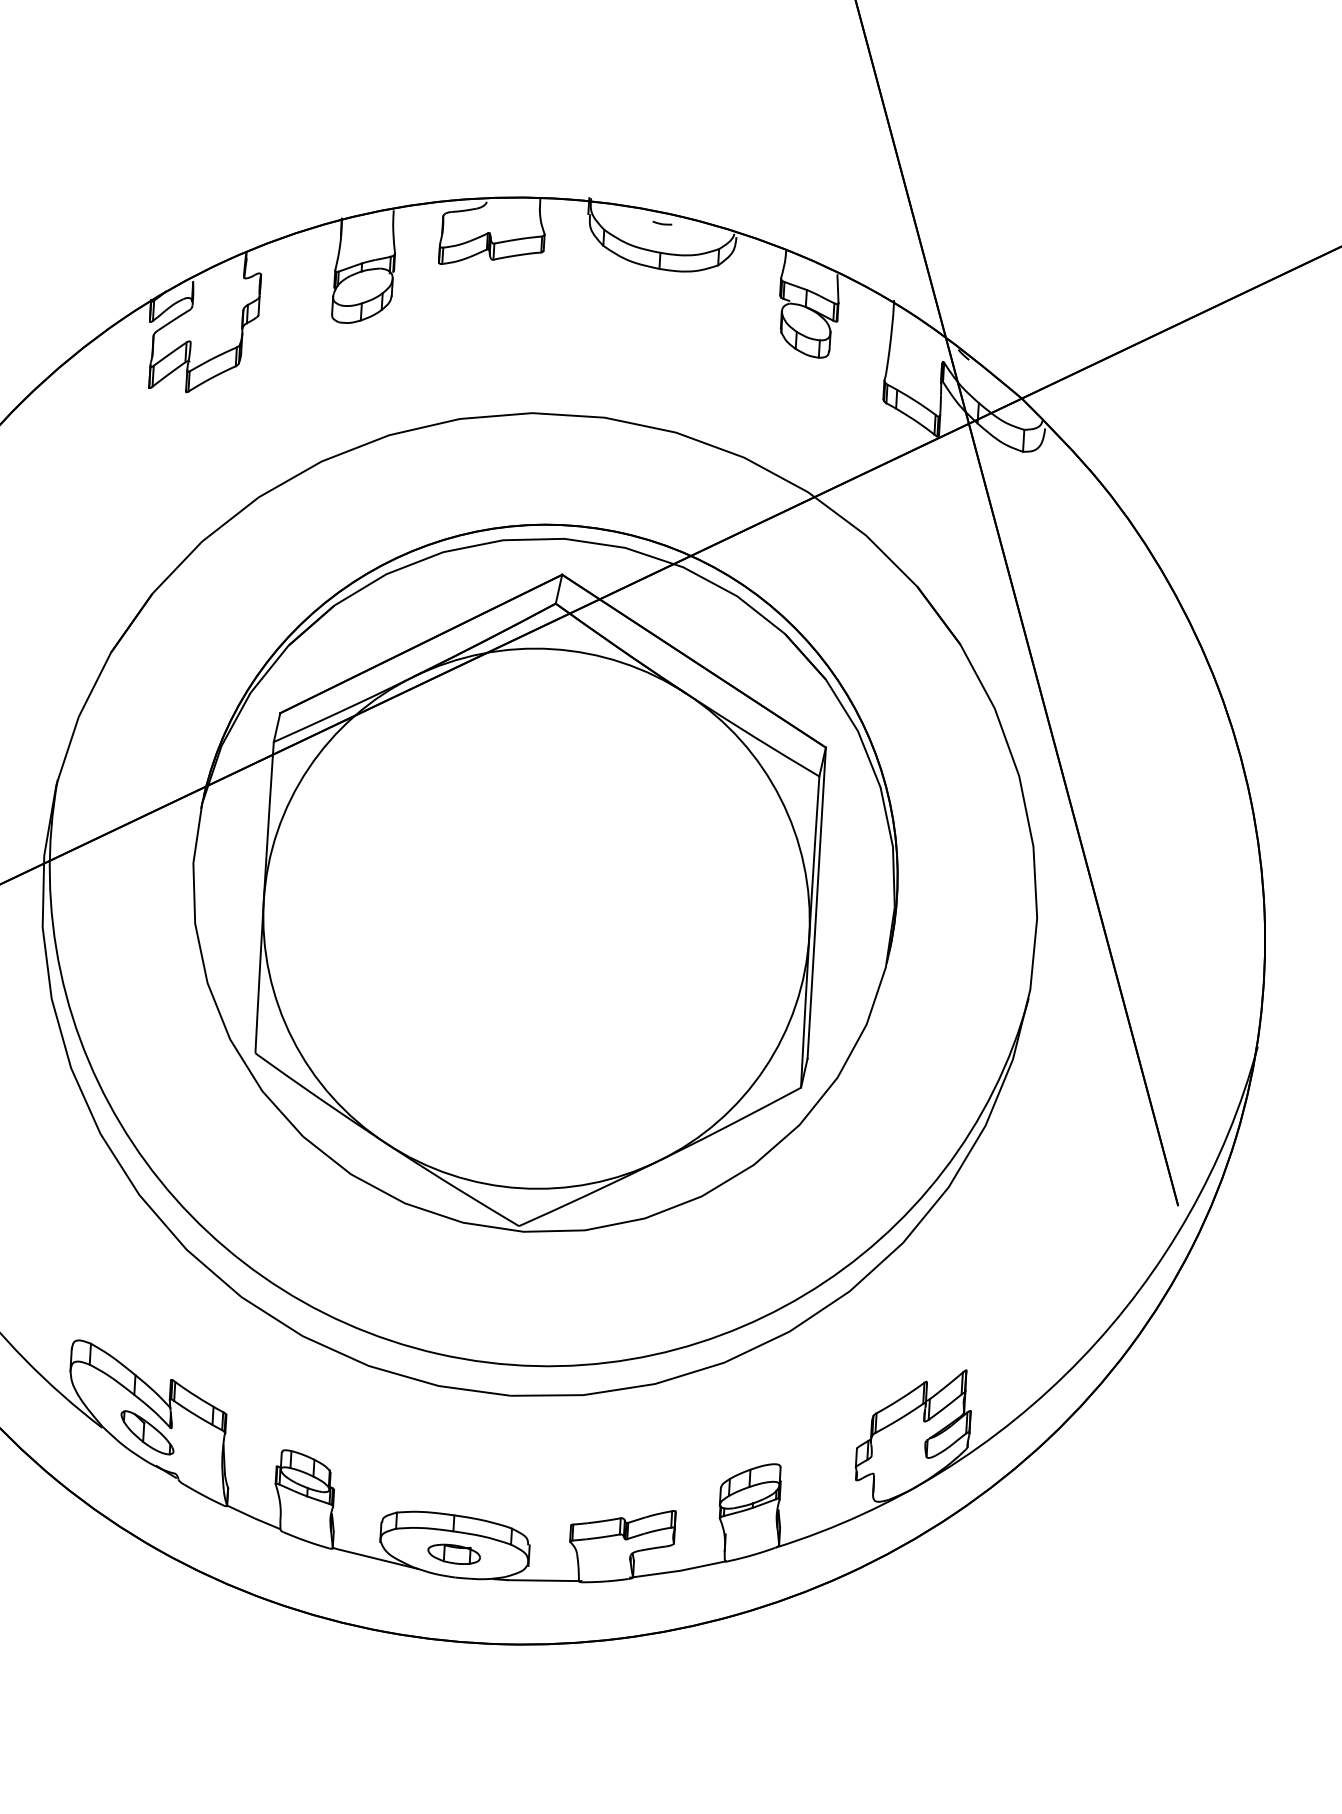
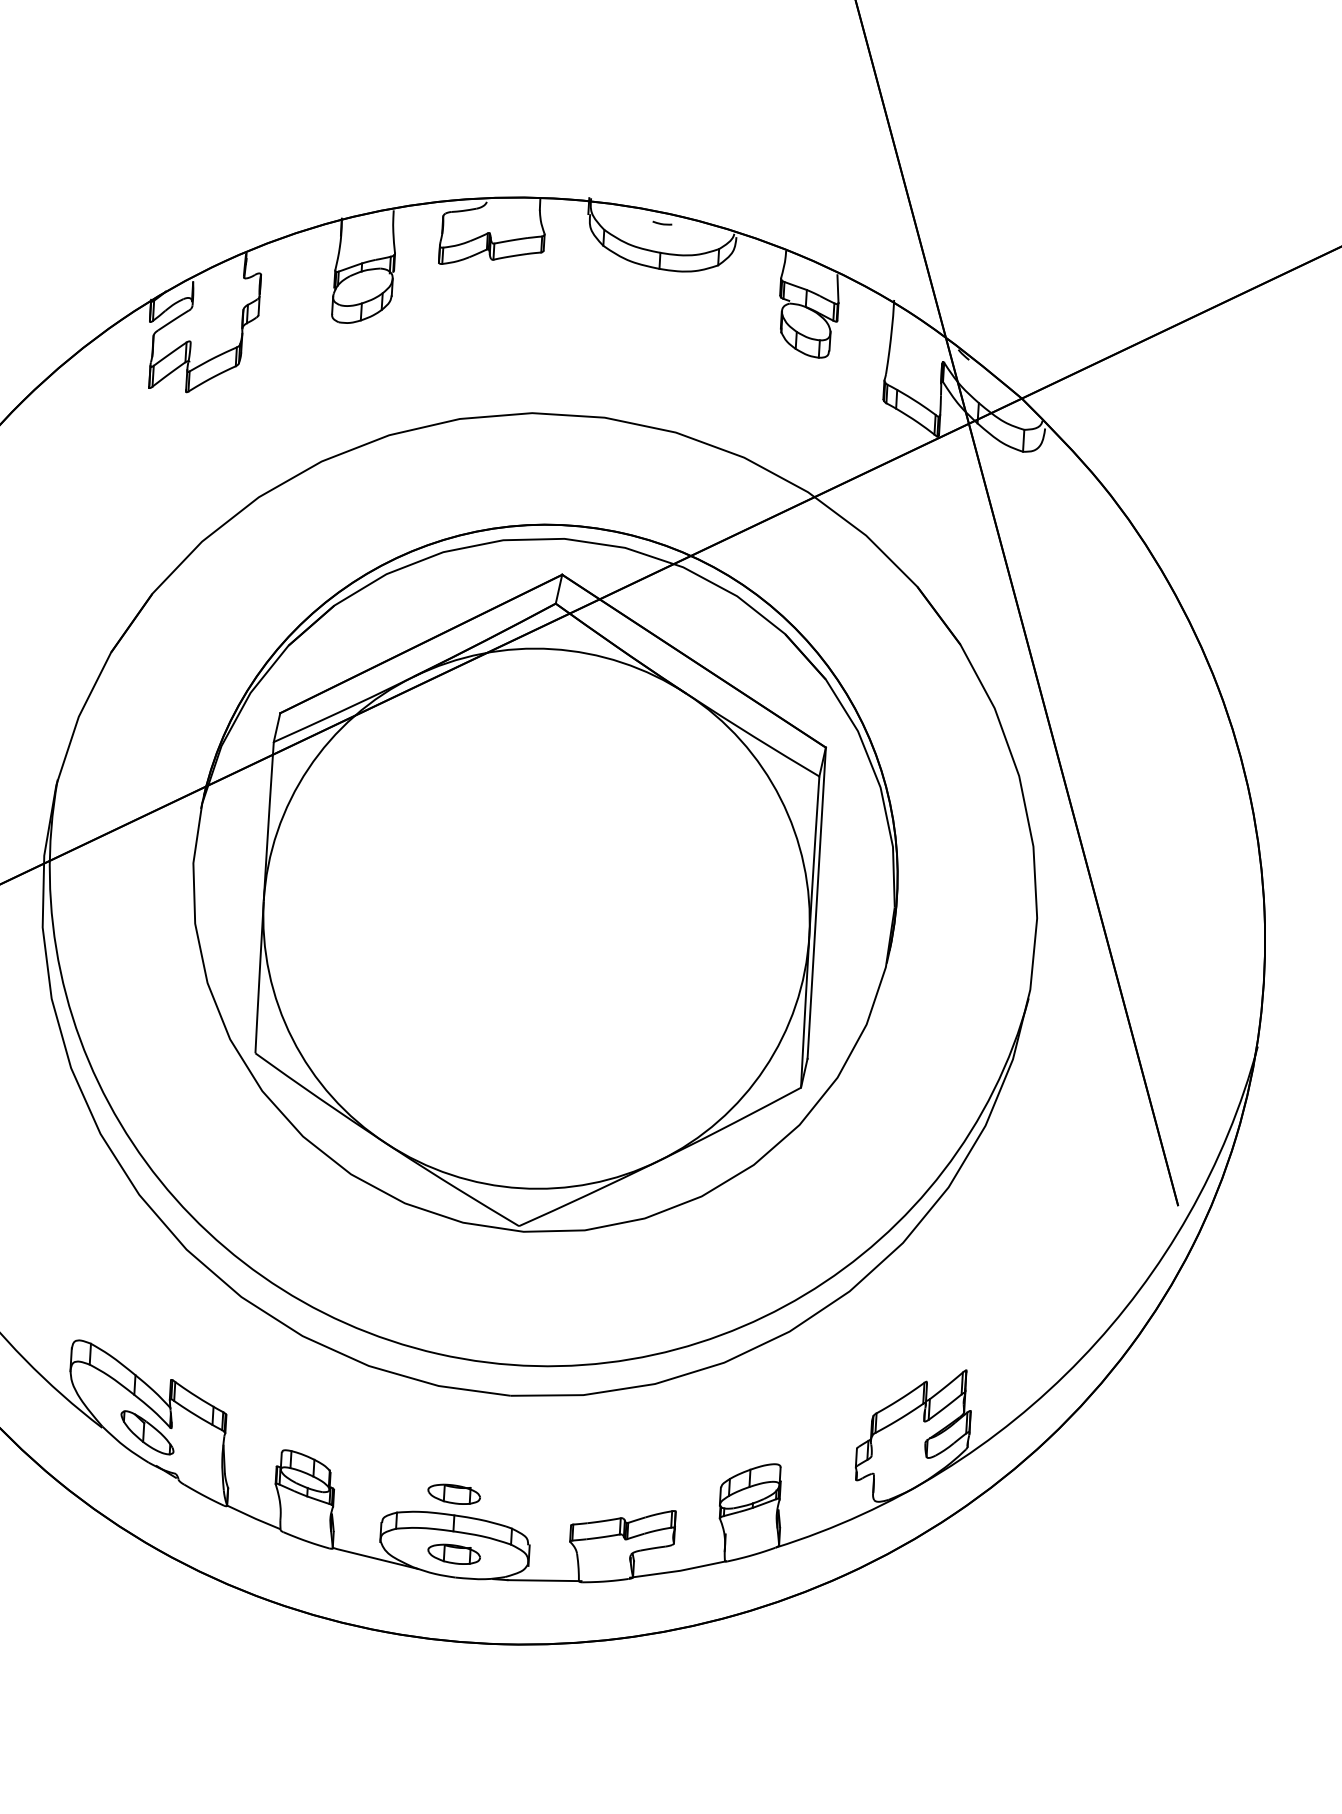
part at (453, 1493): none -> present
